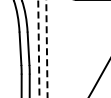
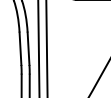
line at (46, 48): dashed -> solid
line at (38, 49): dashed -> solid
